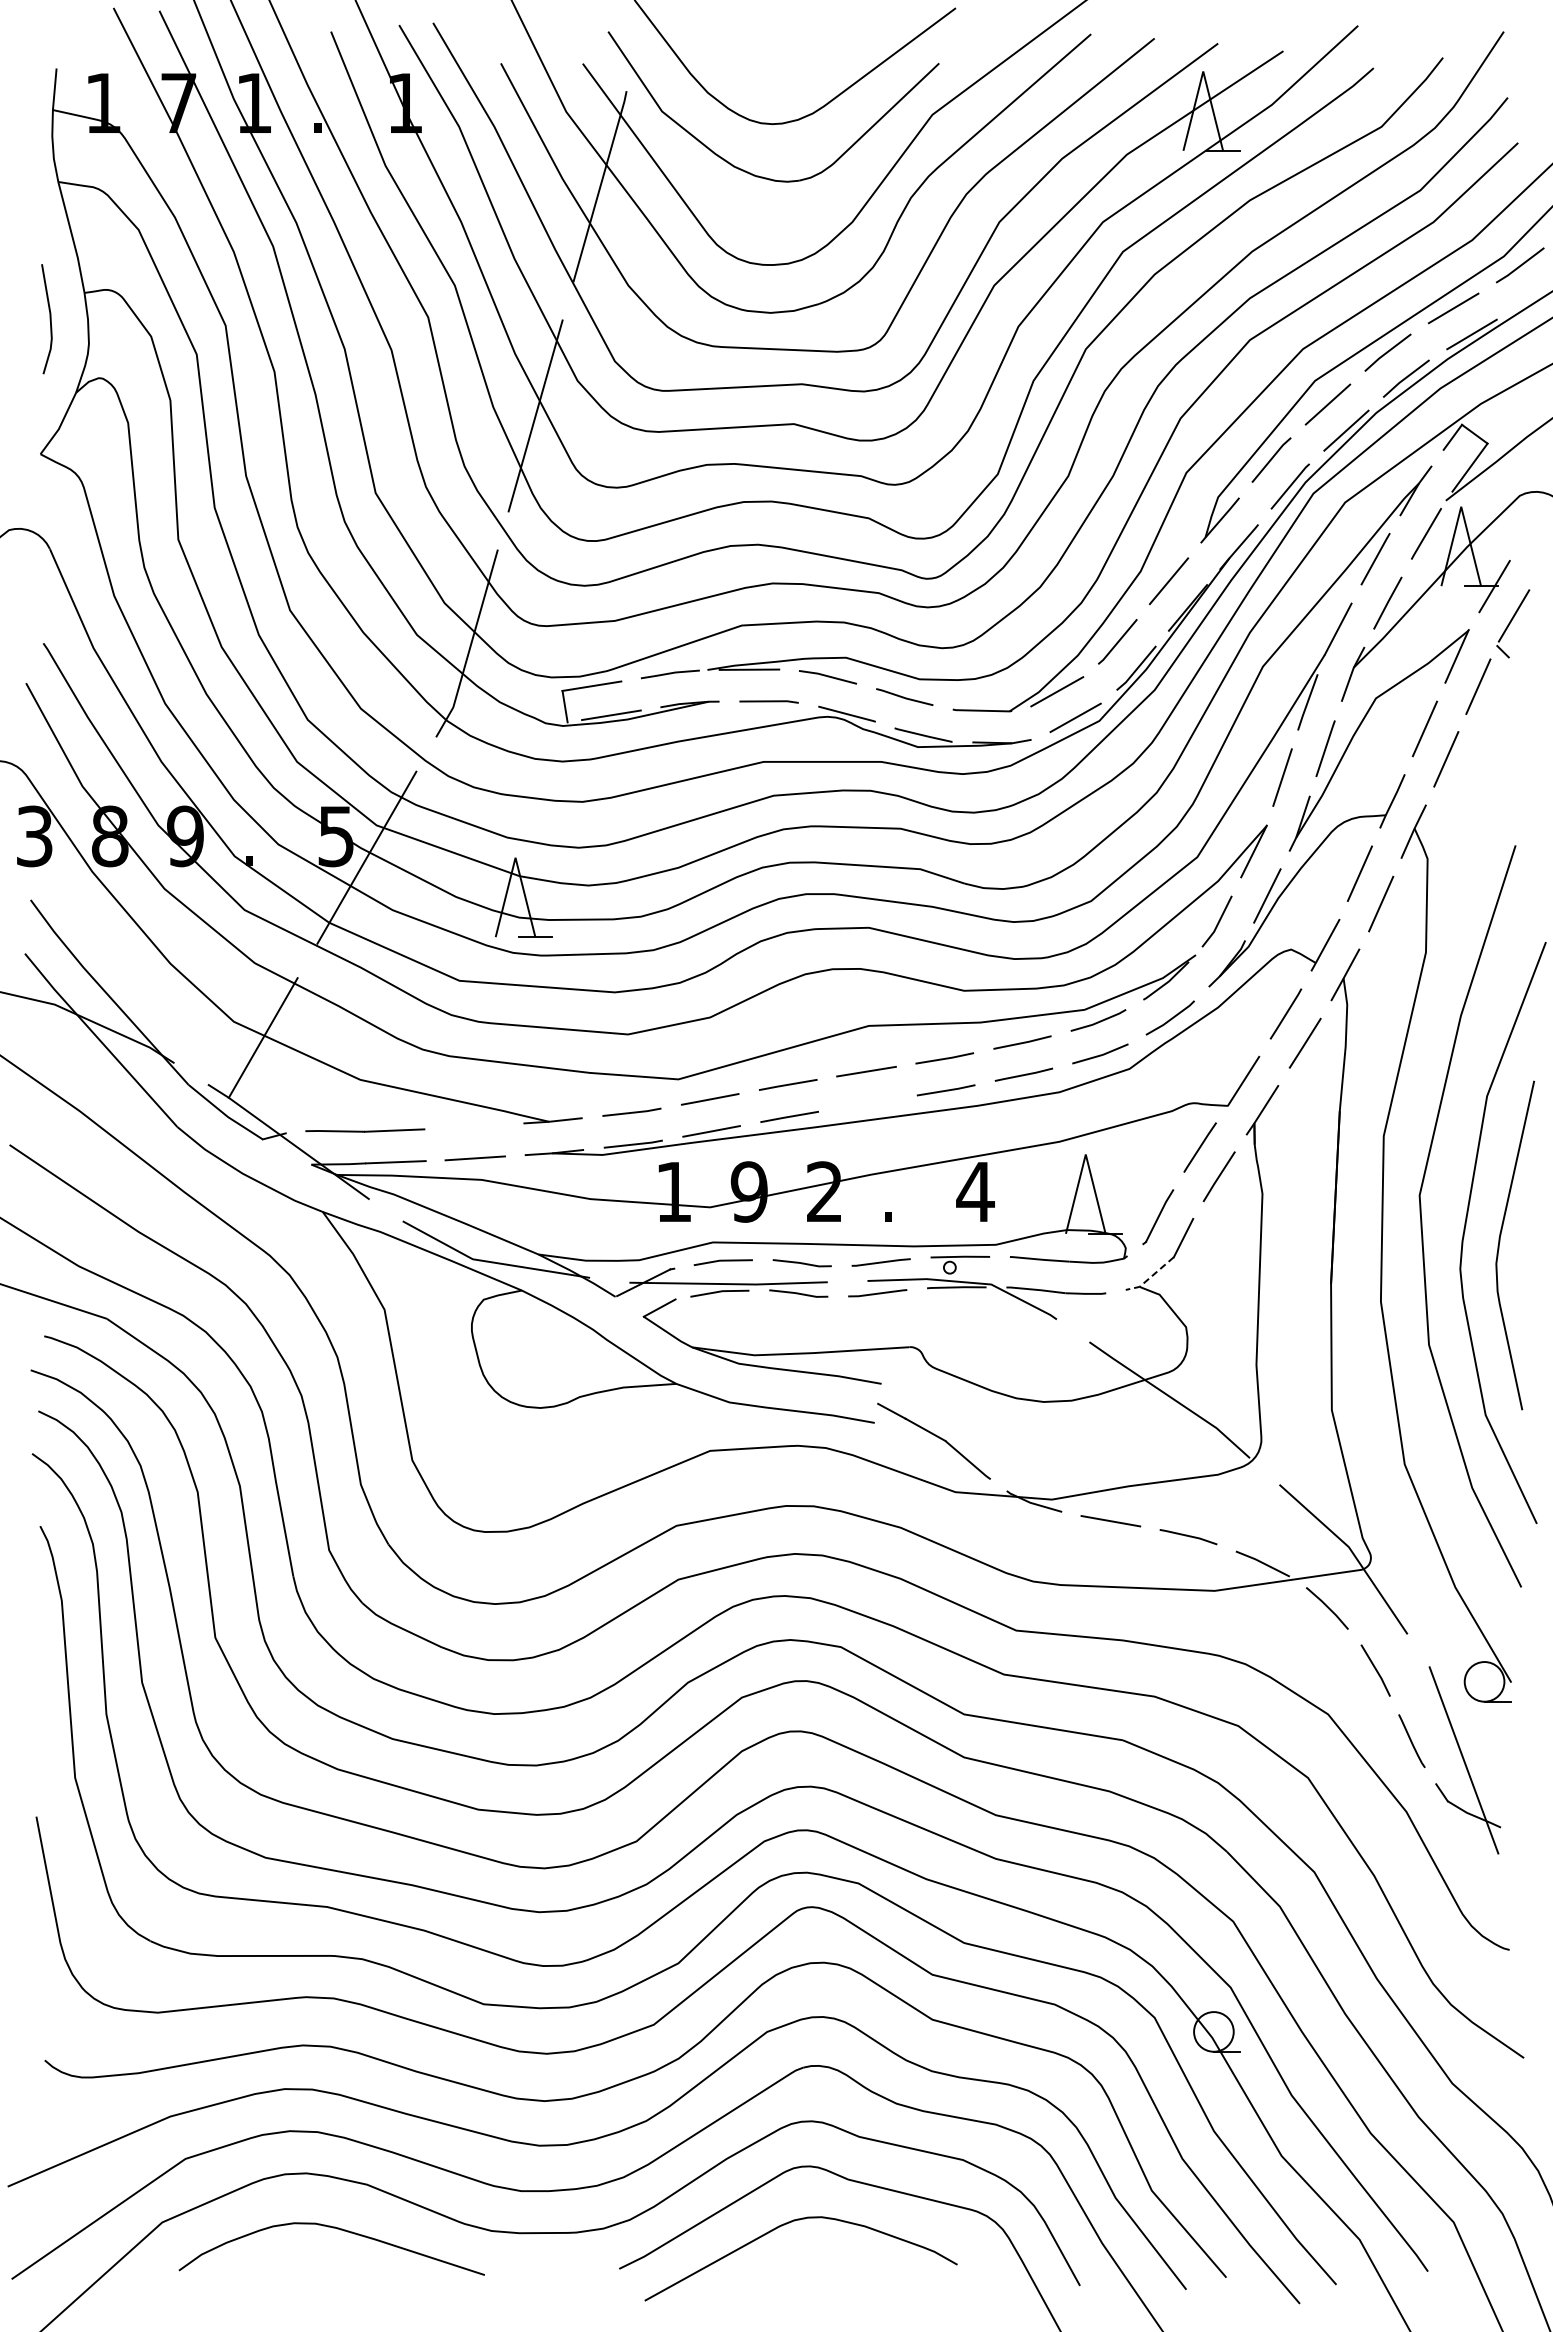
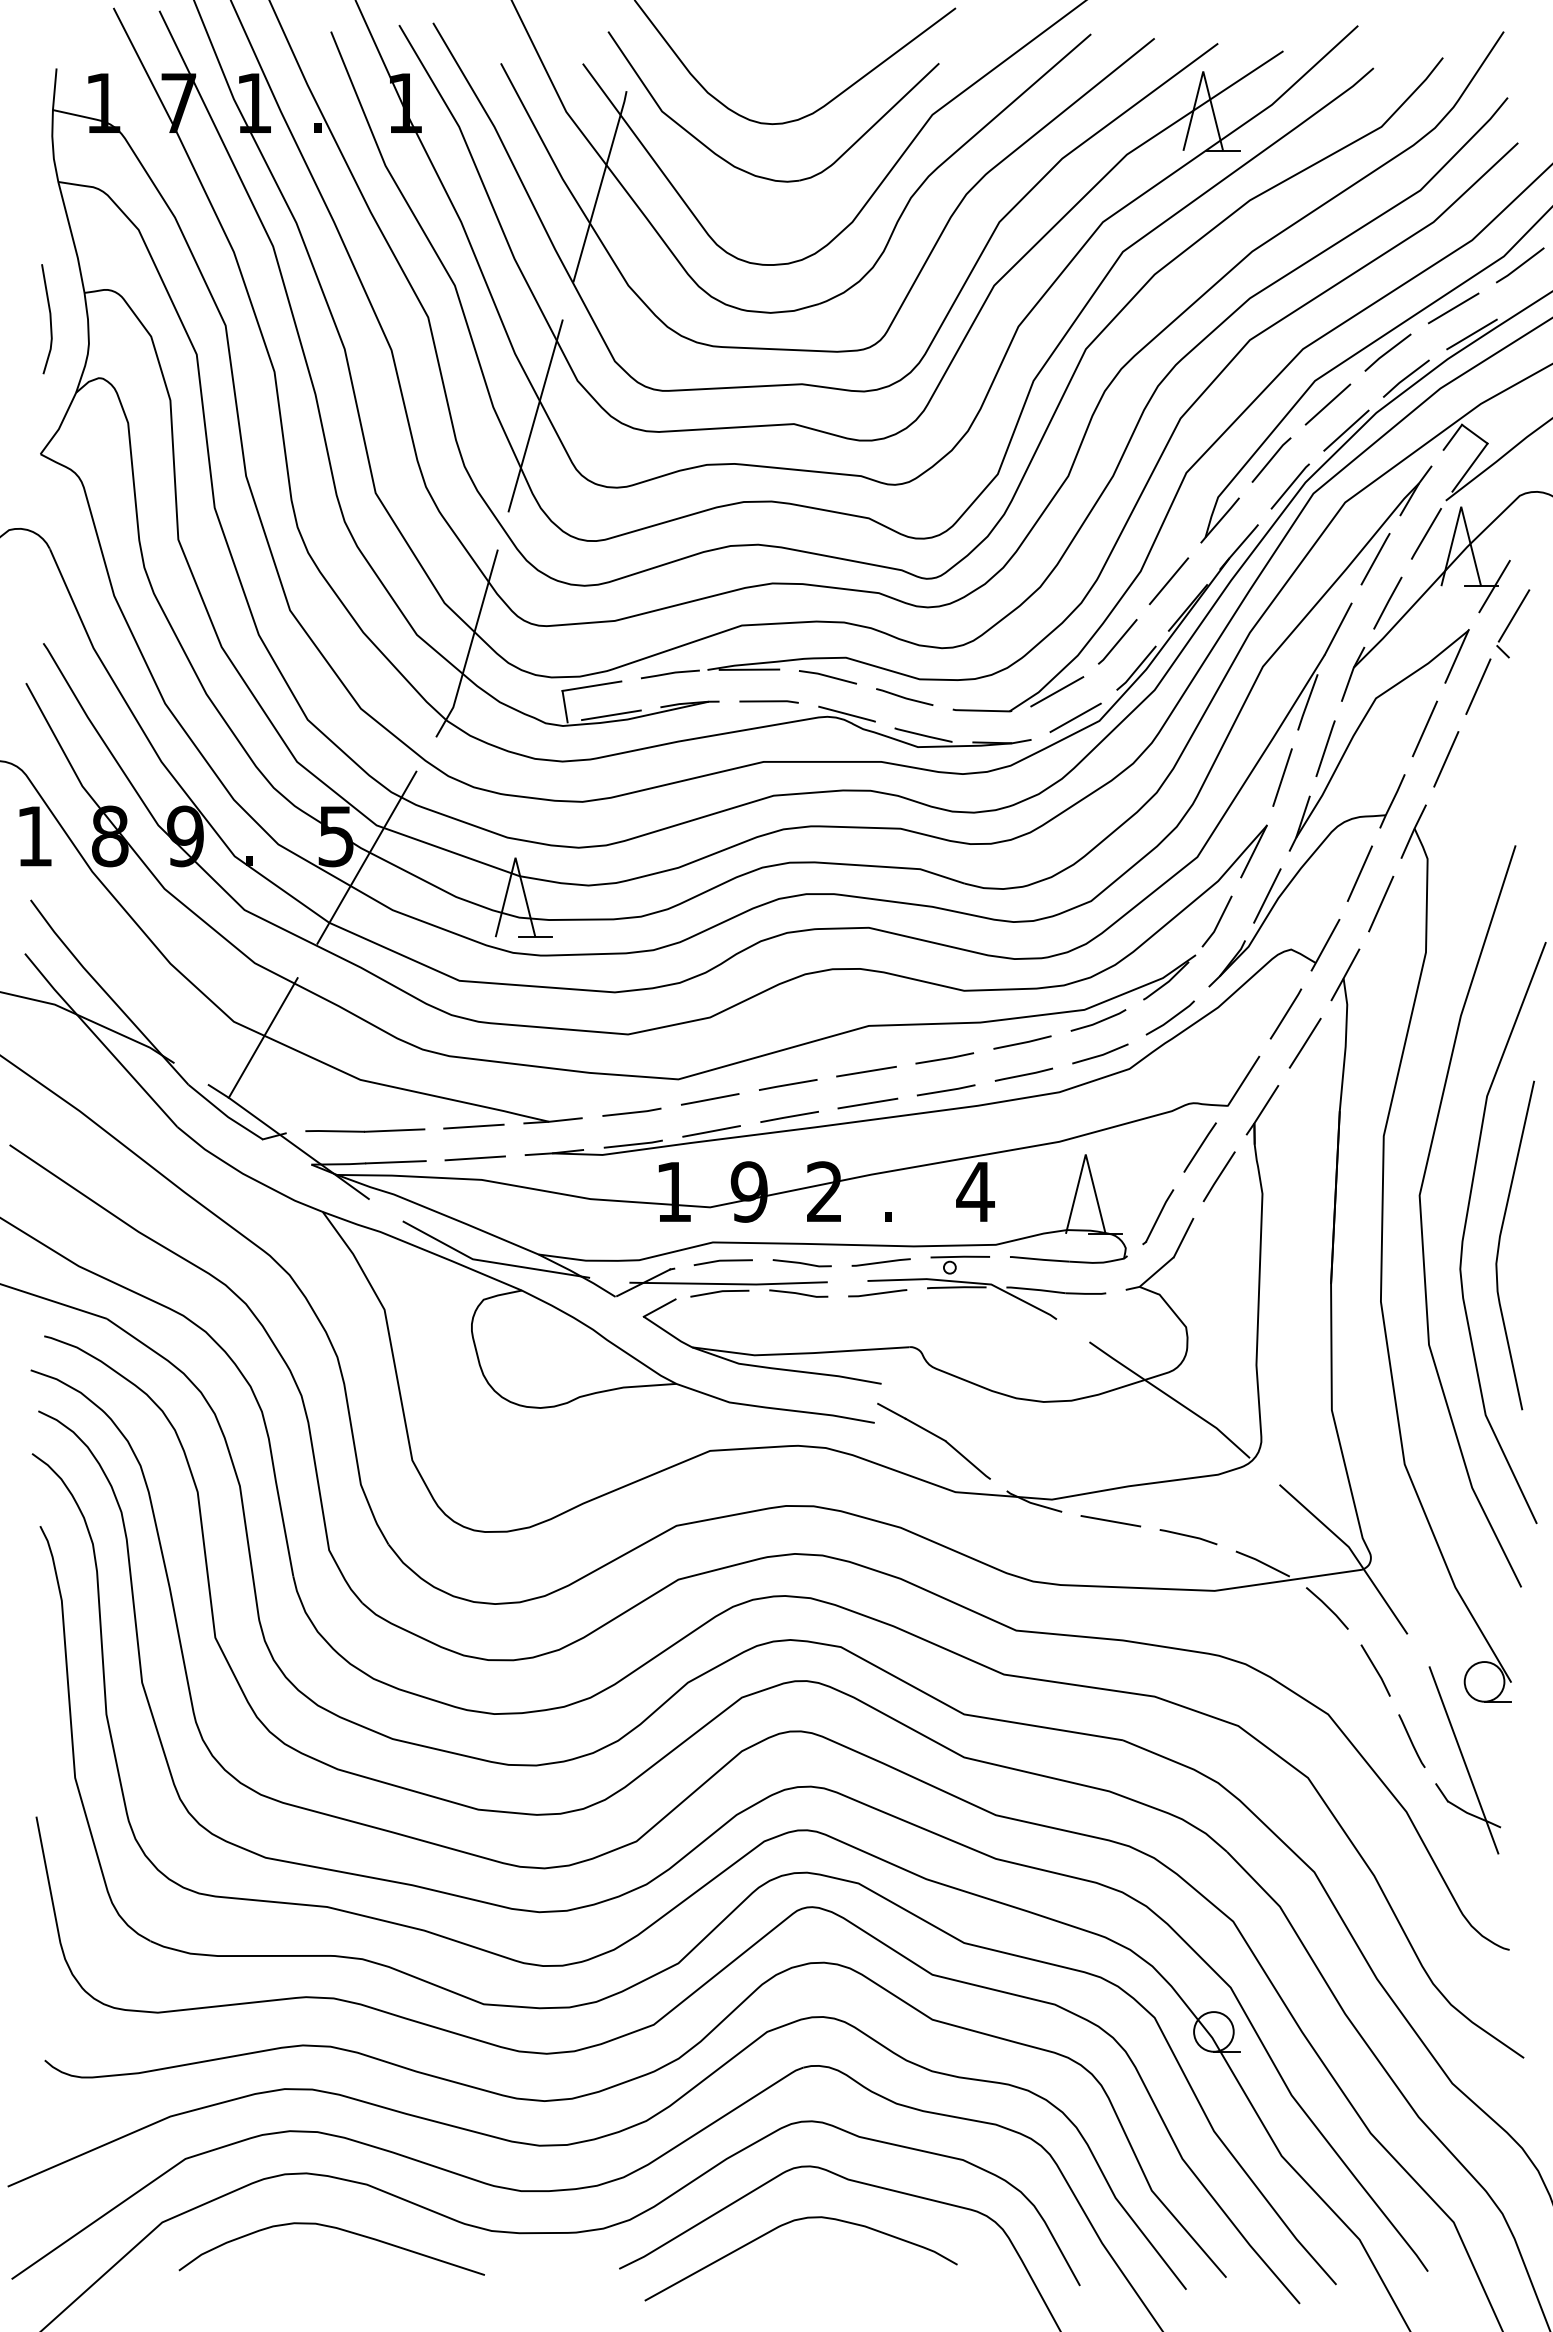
text at (34, 836): 3 -> 1
line at (867, 1103): none -> present
line at (473, 1126): none -> present
line at (1150, 1277): dashed -> solid
